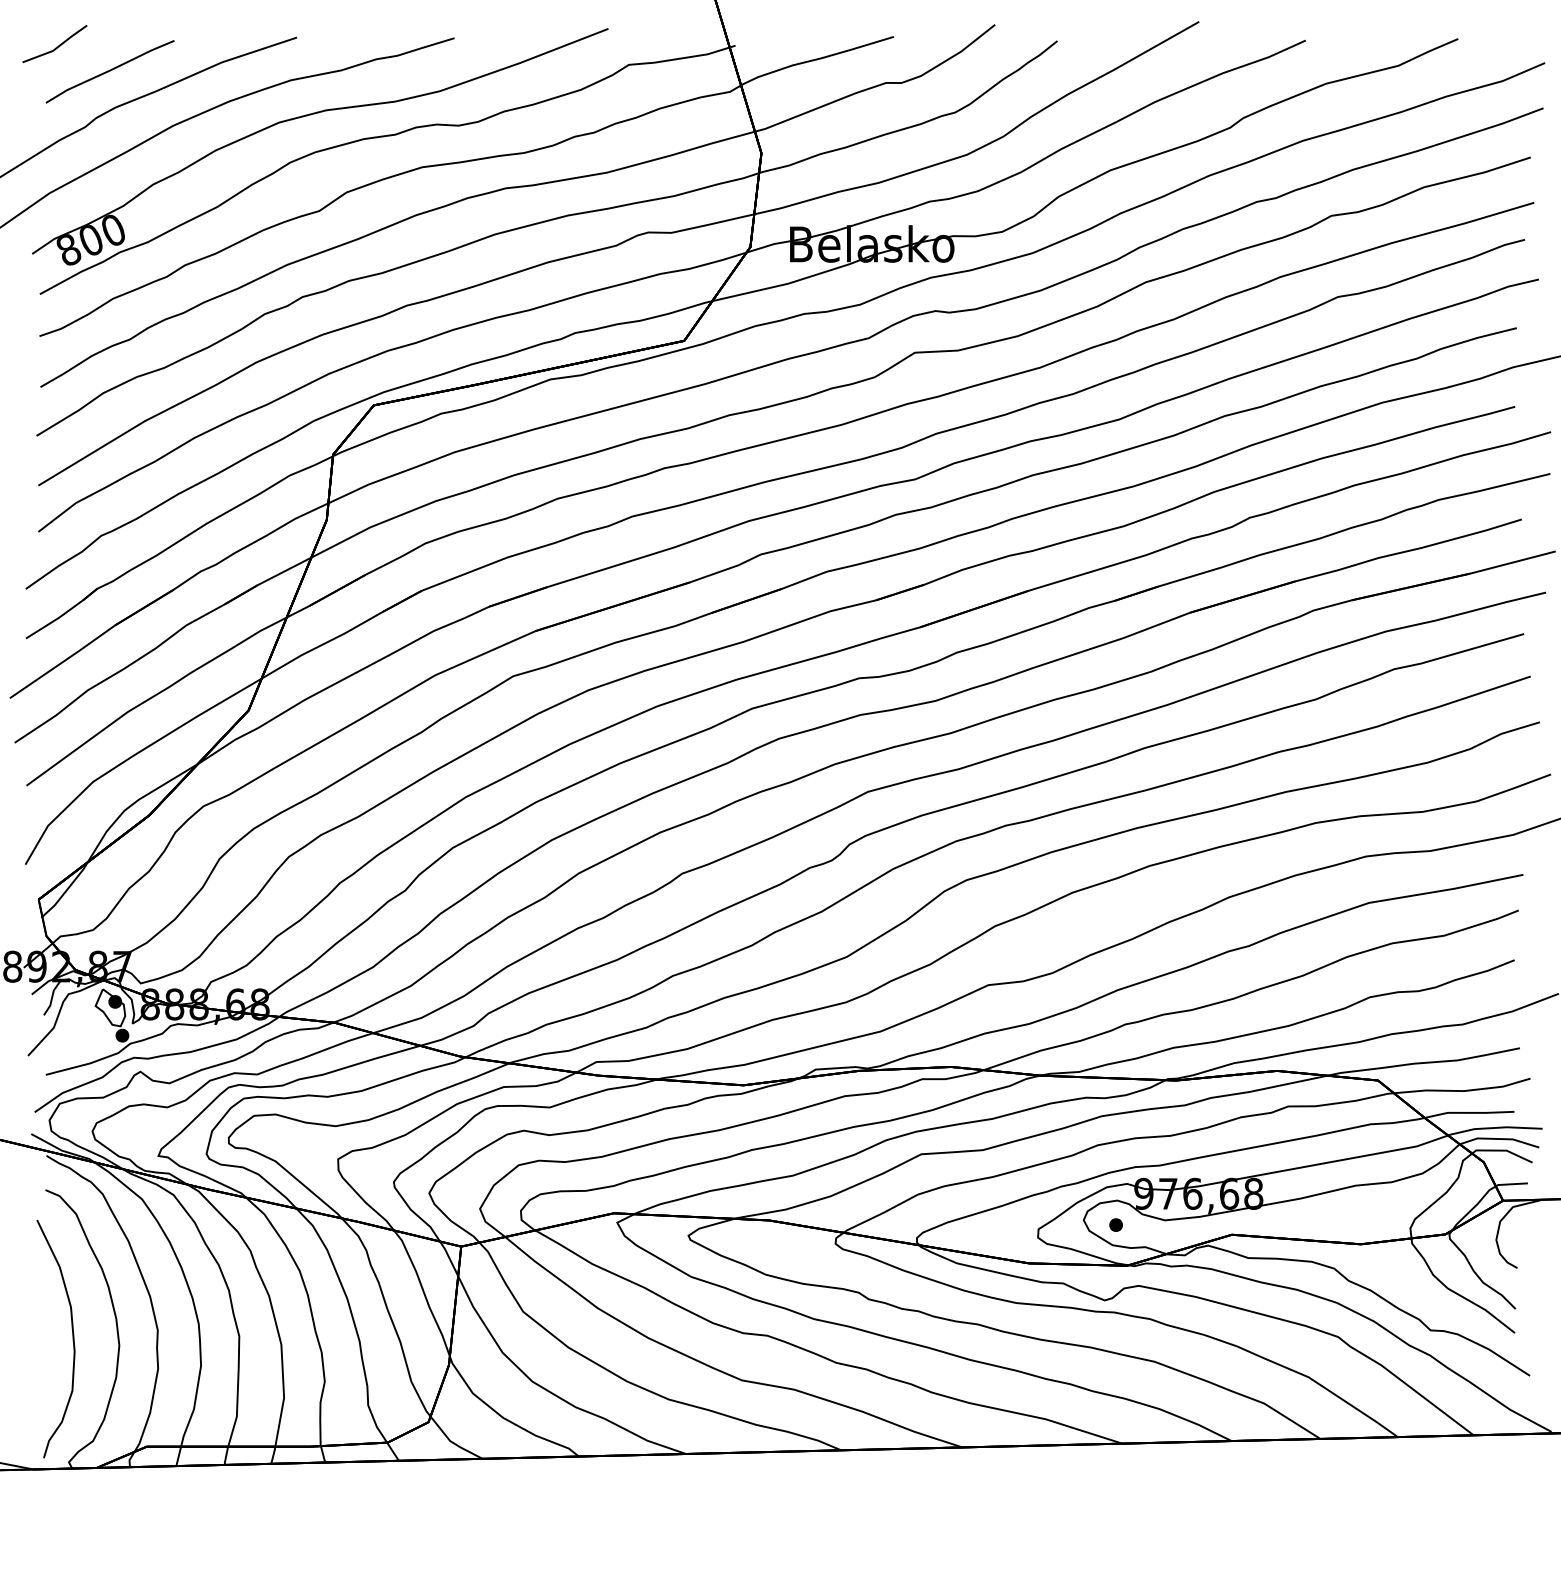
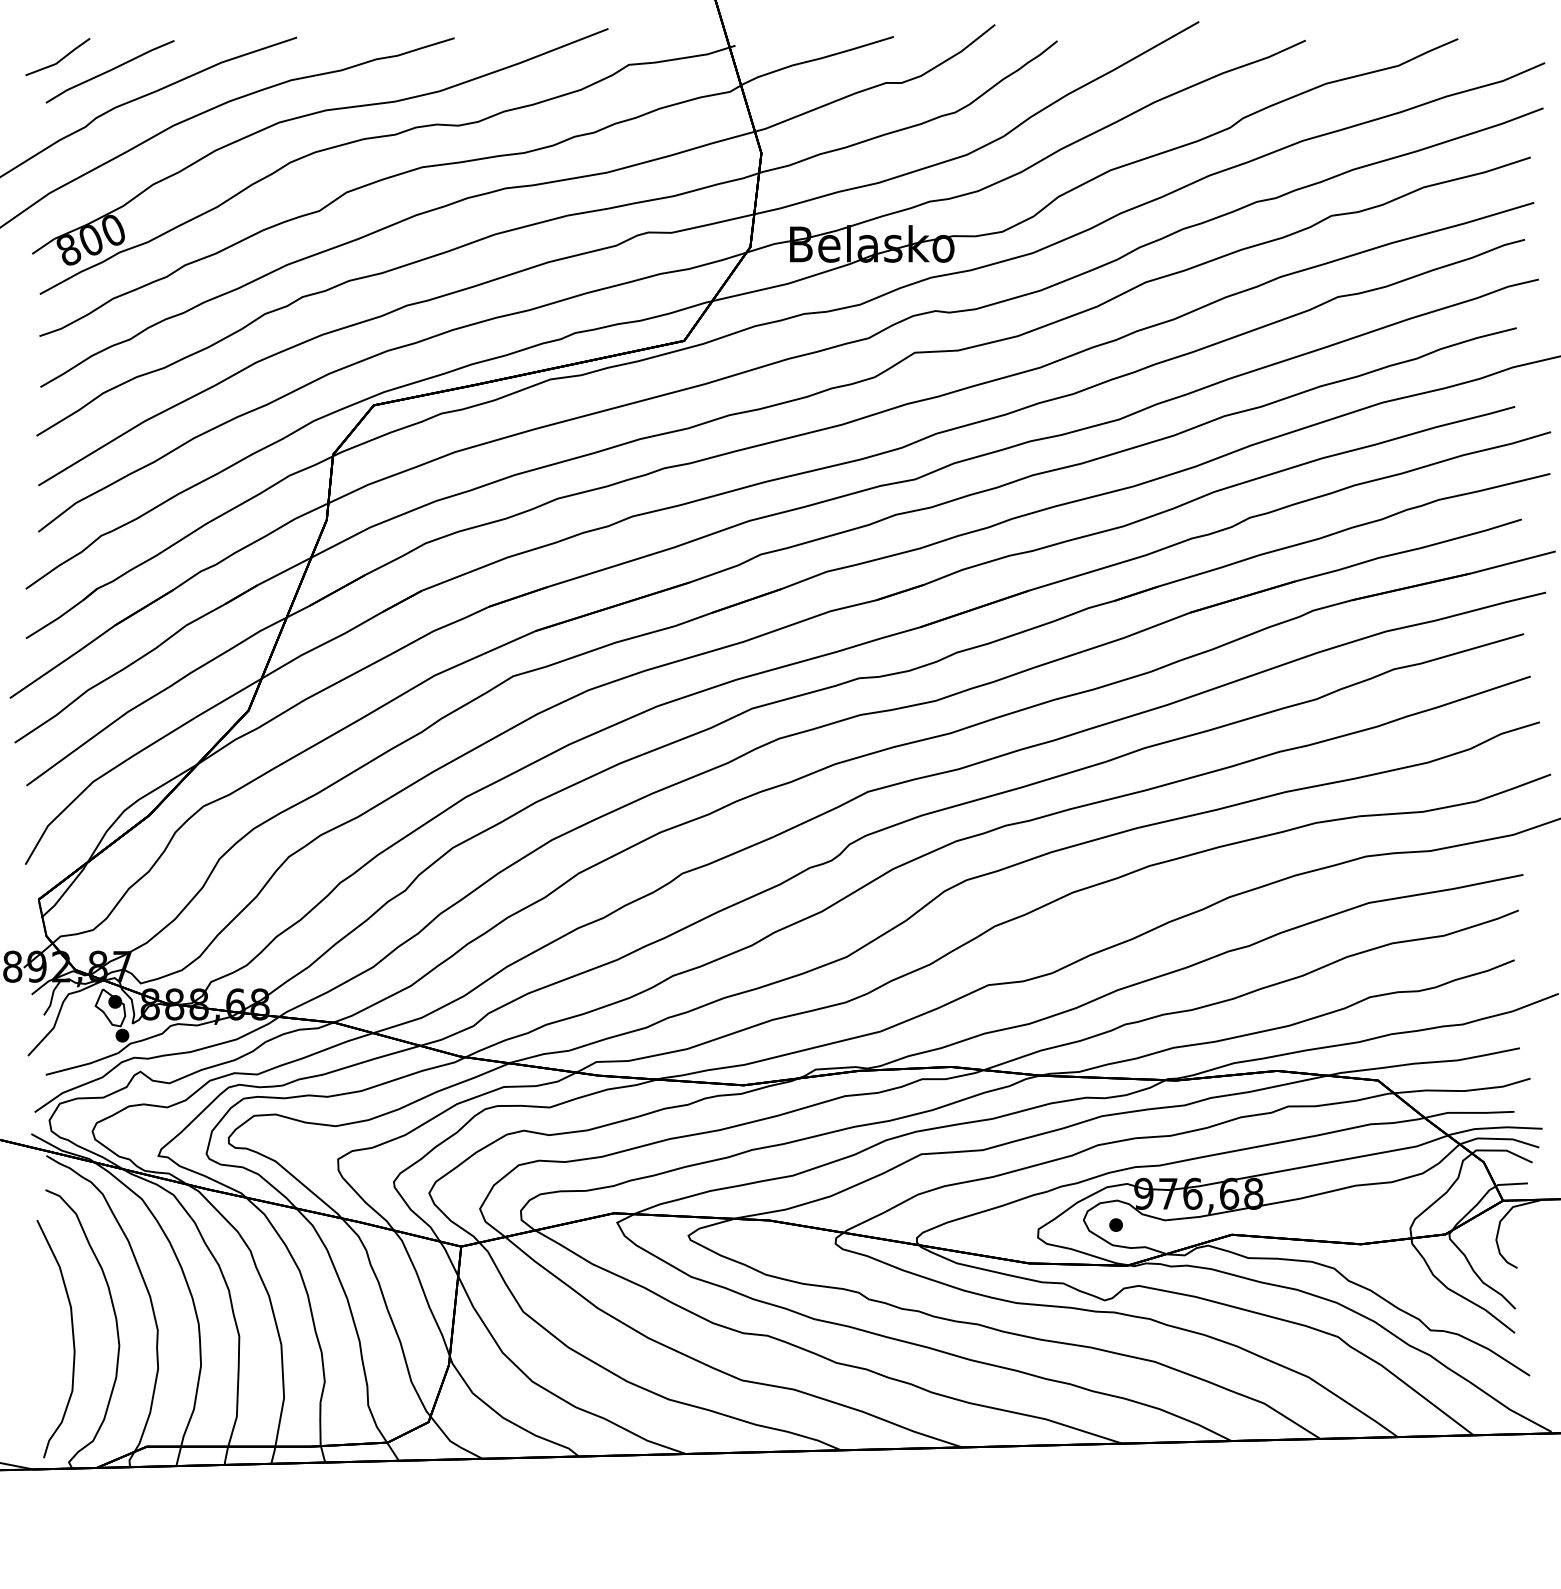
line at (55, 47) position: (55, 47) -> (58, 60)
